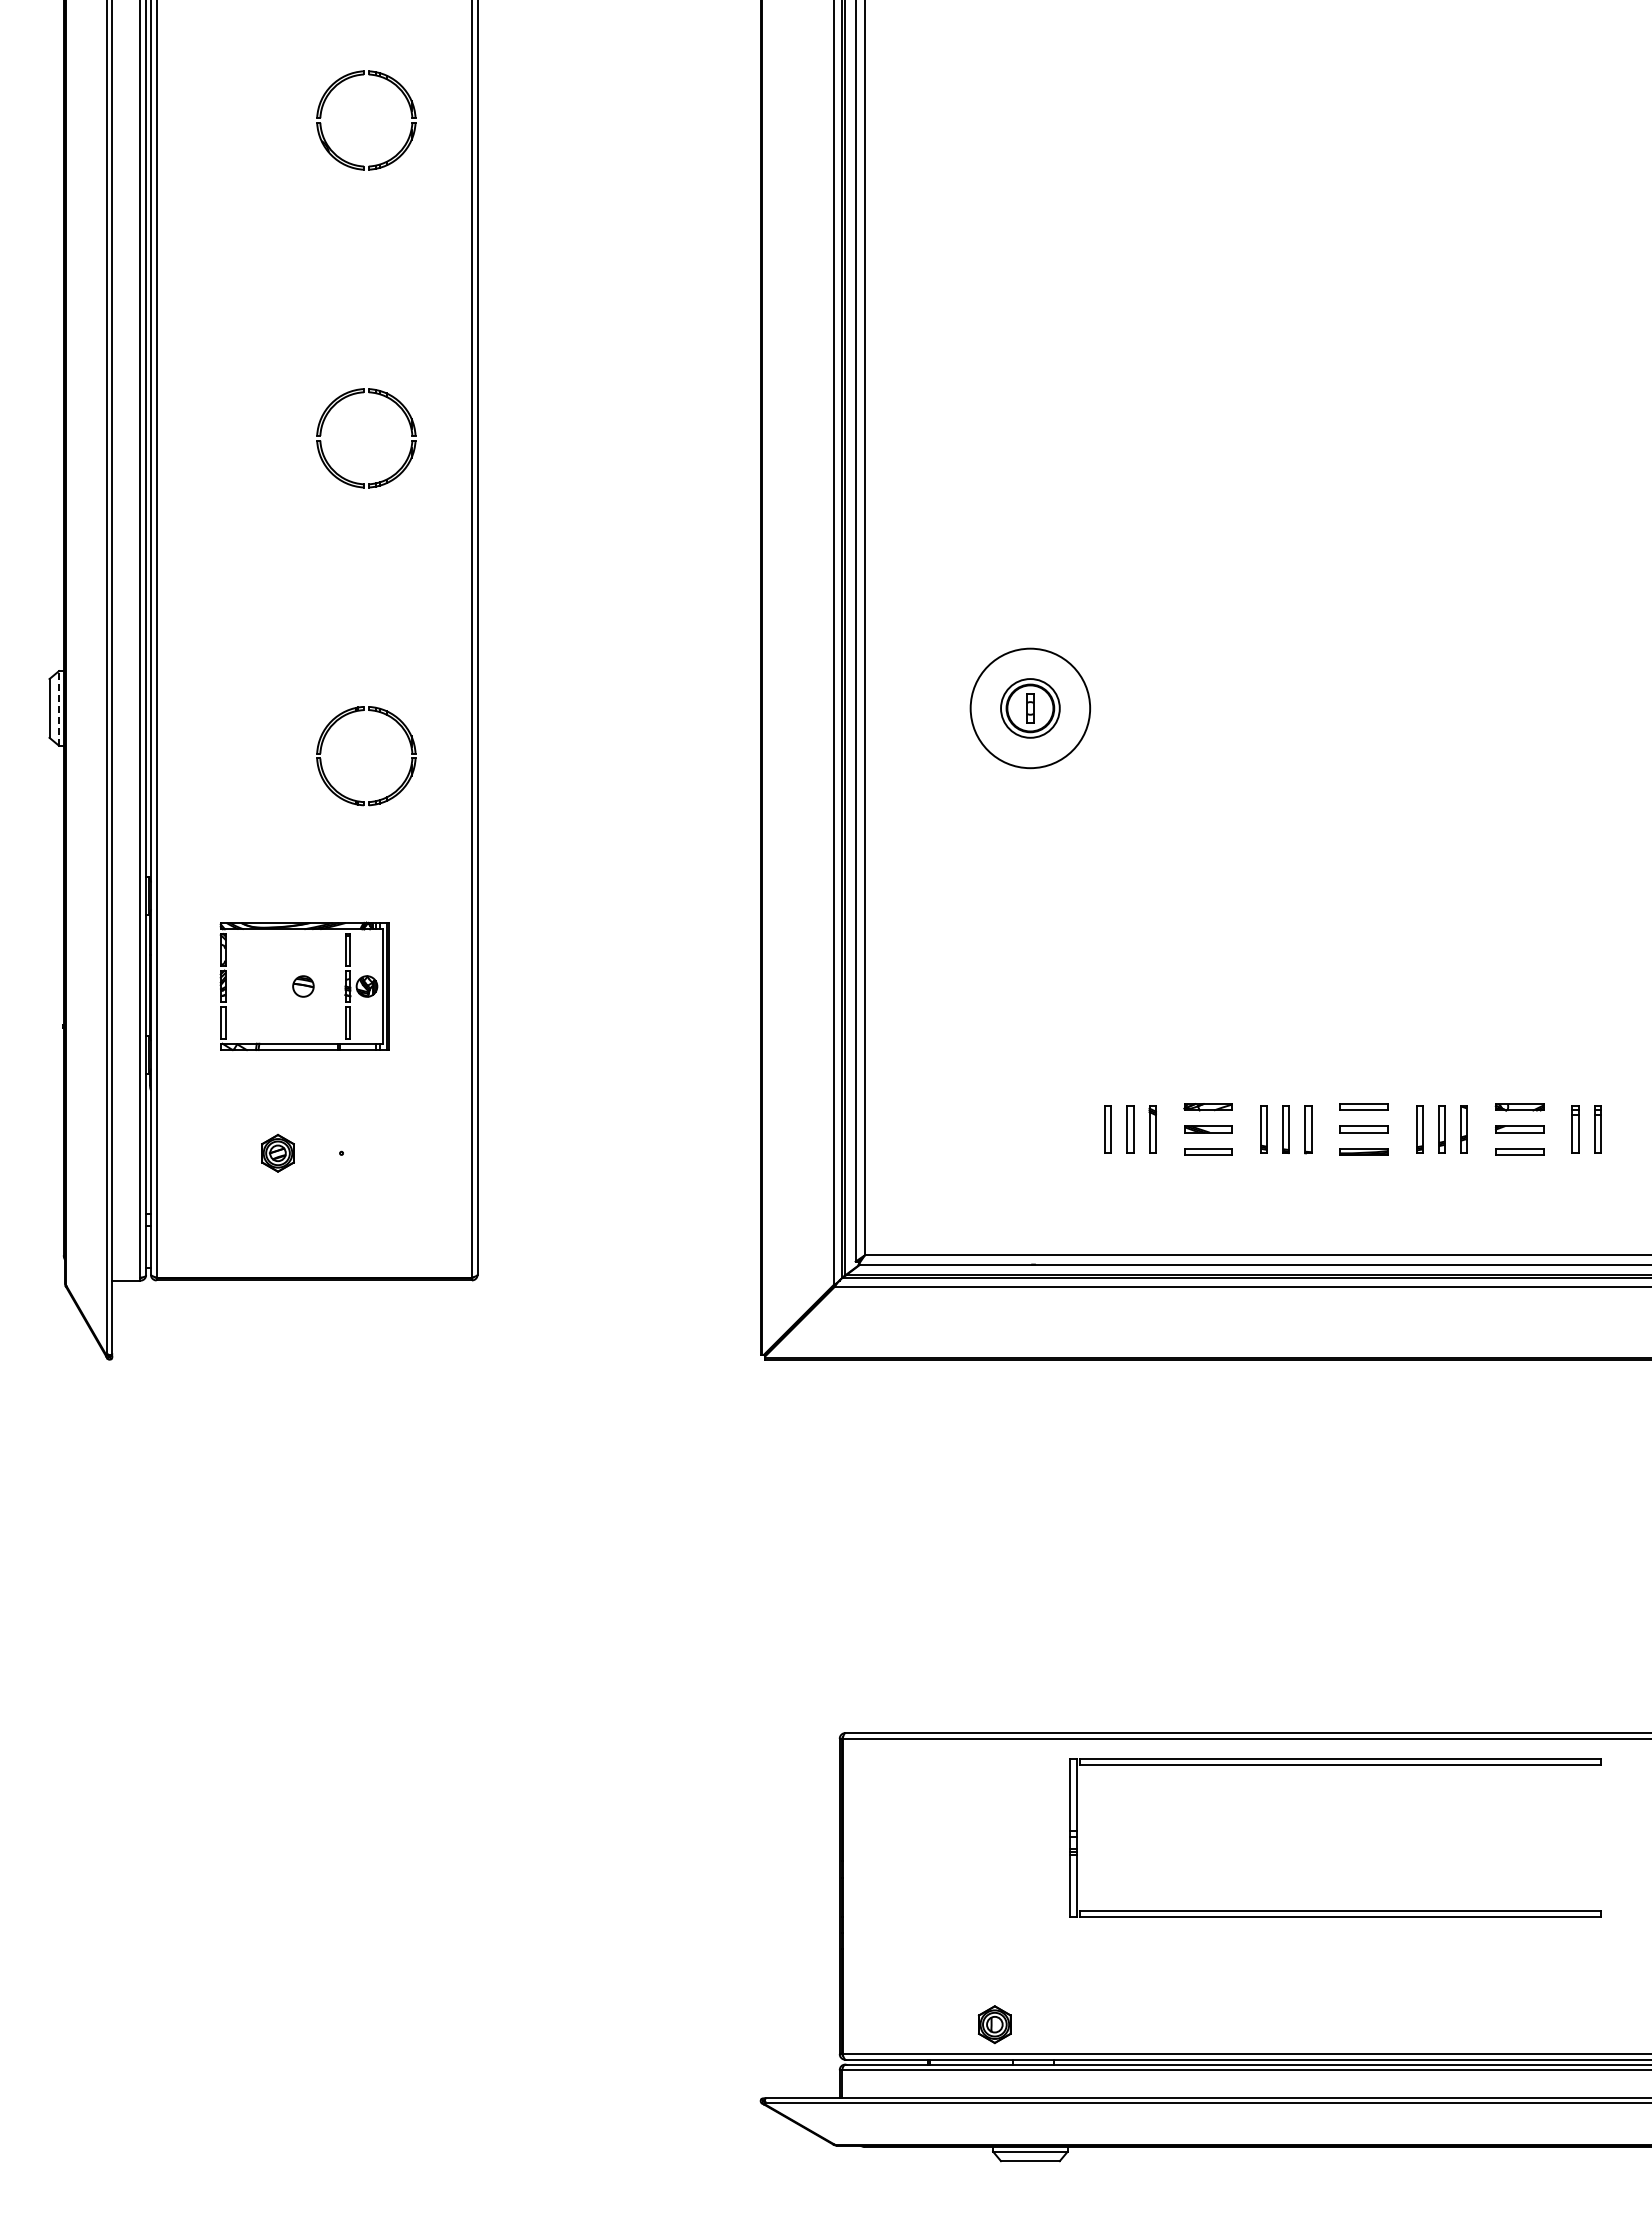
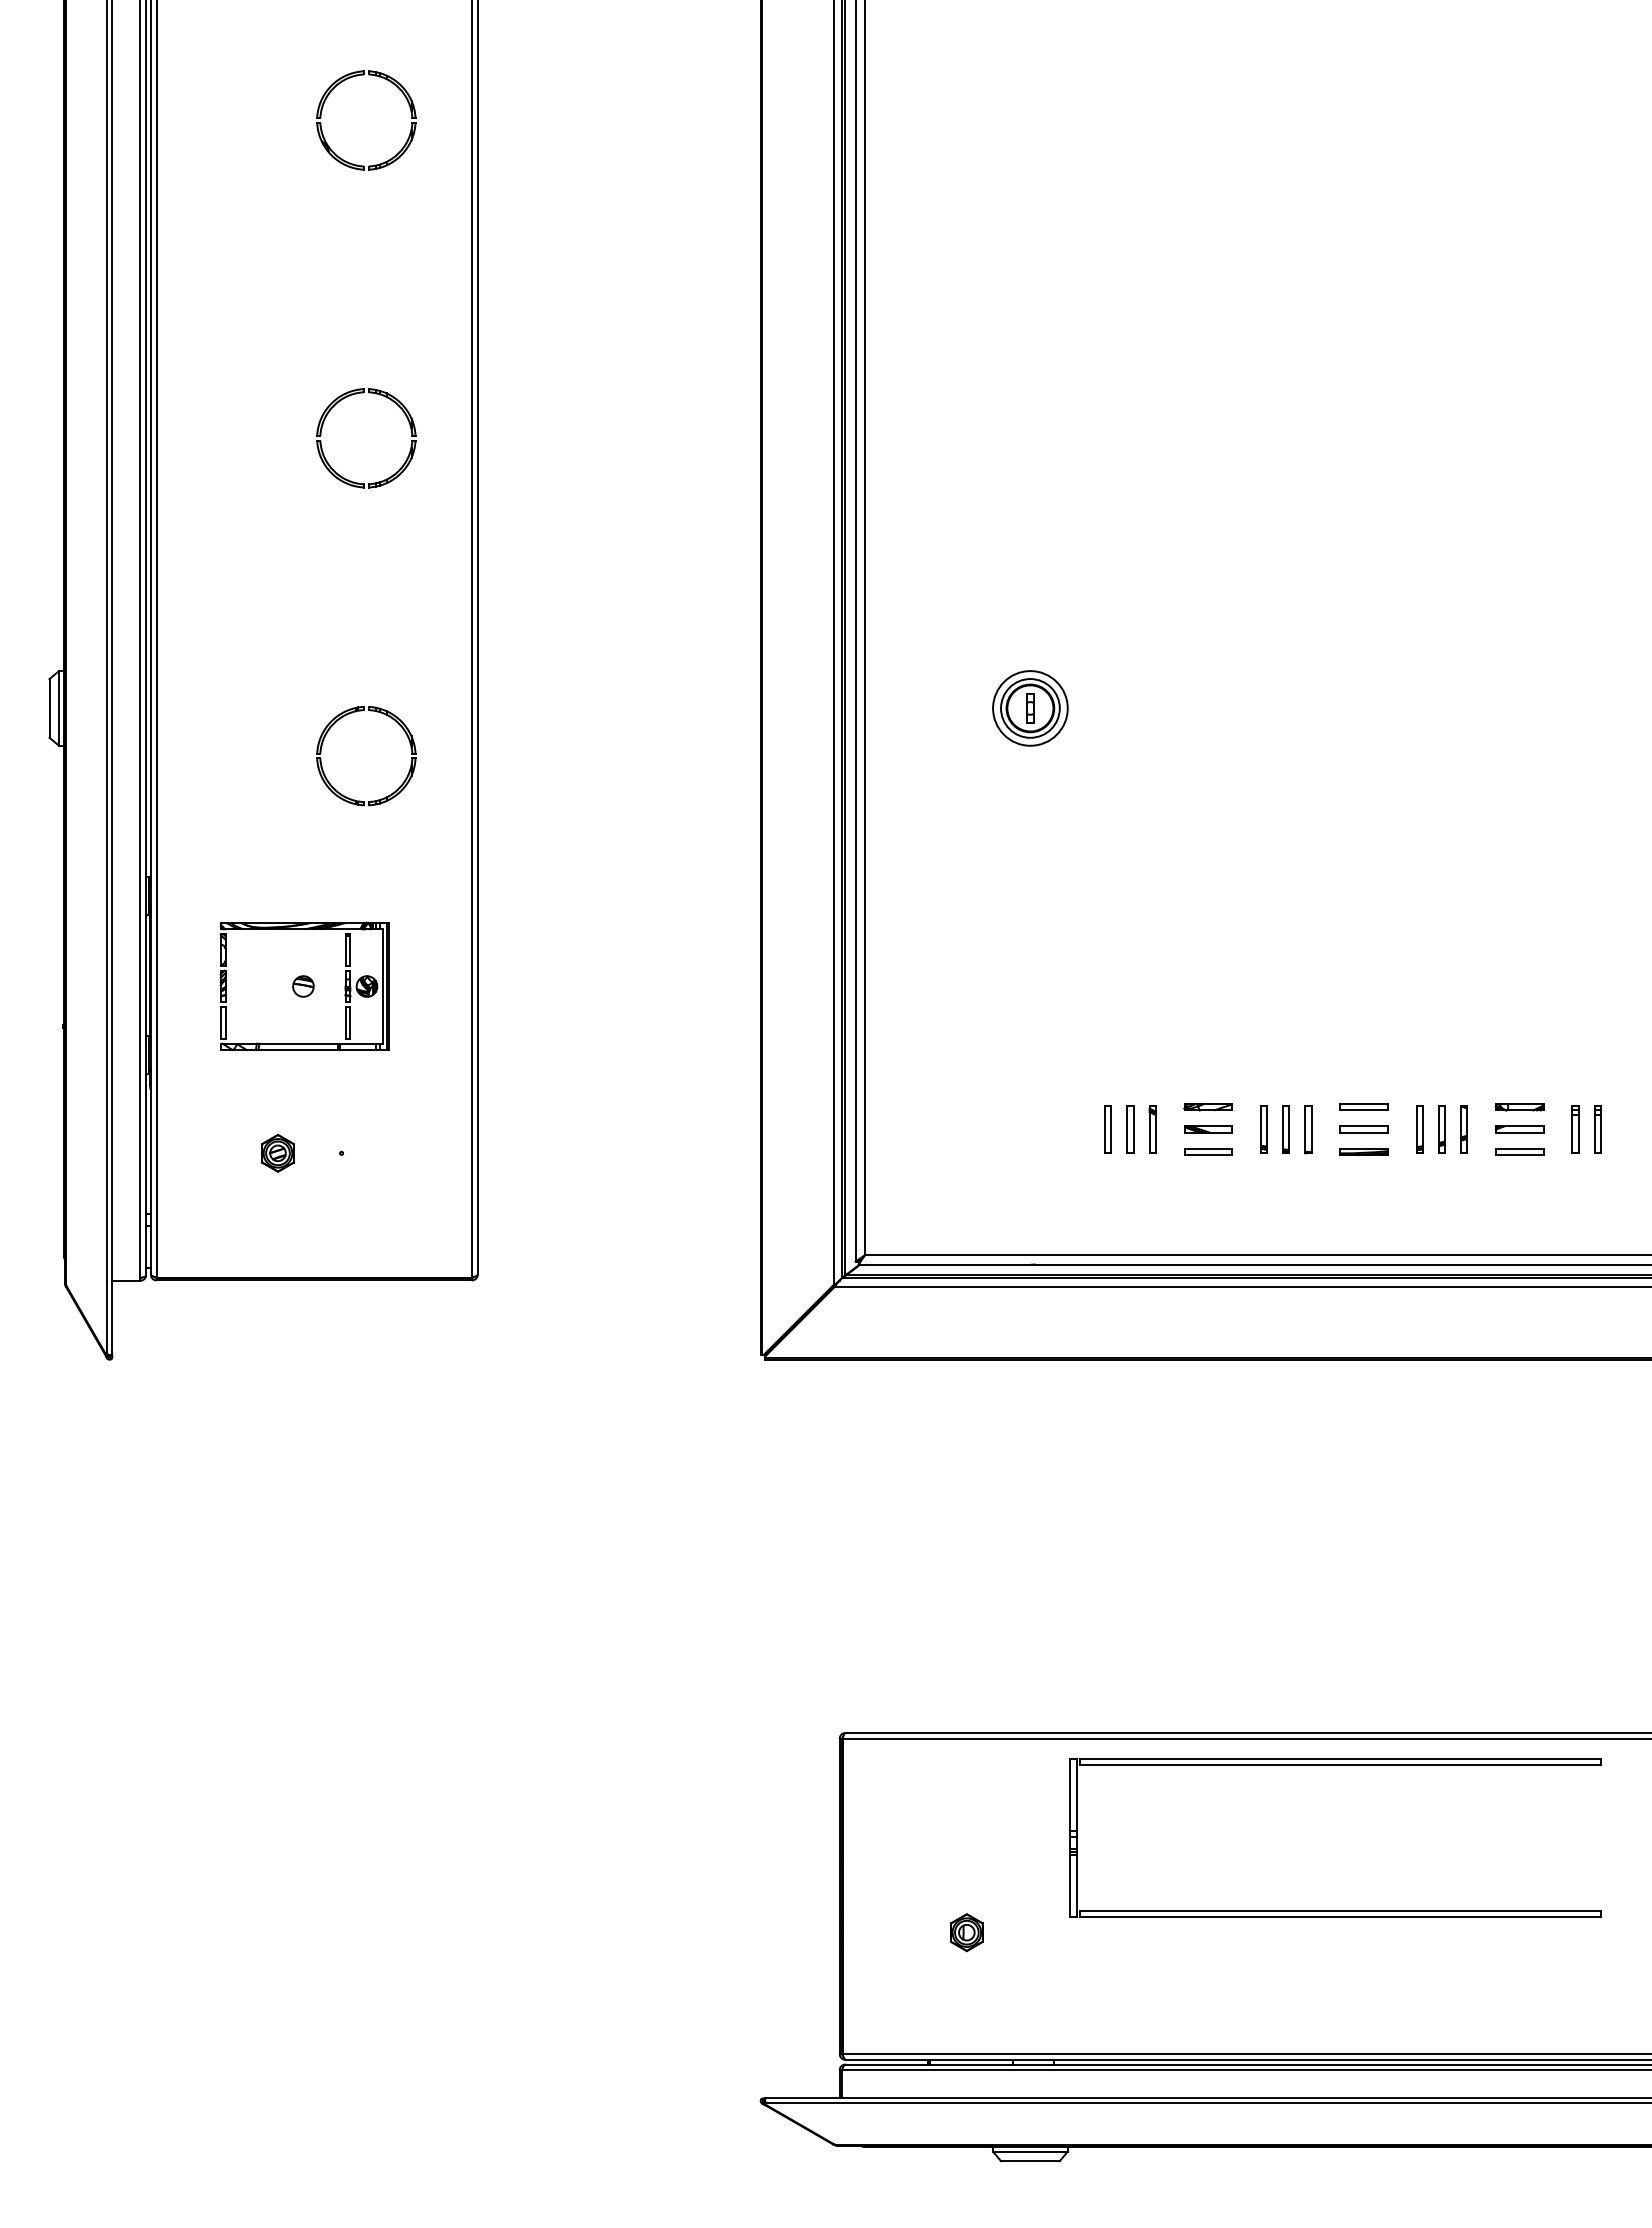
line at (59, 707): dashed -> solid
circle at (1030, 708) diameter: 119 px -> 75 px
part at (994, 2024) position: (994, 2024) -> (966, 1932)
